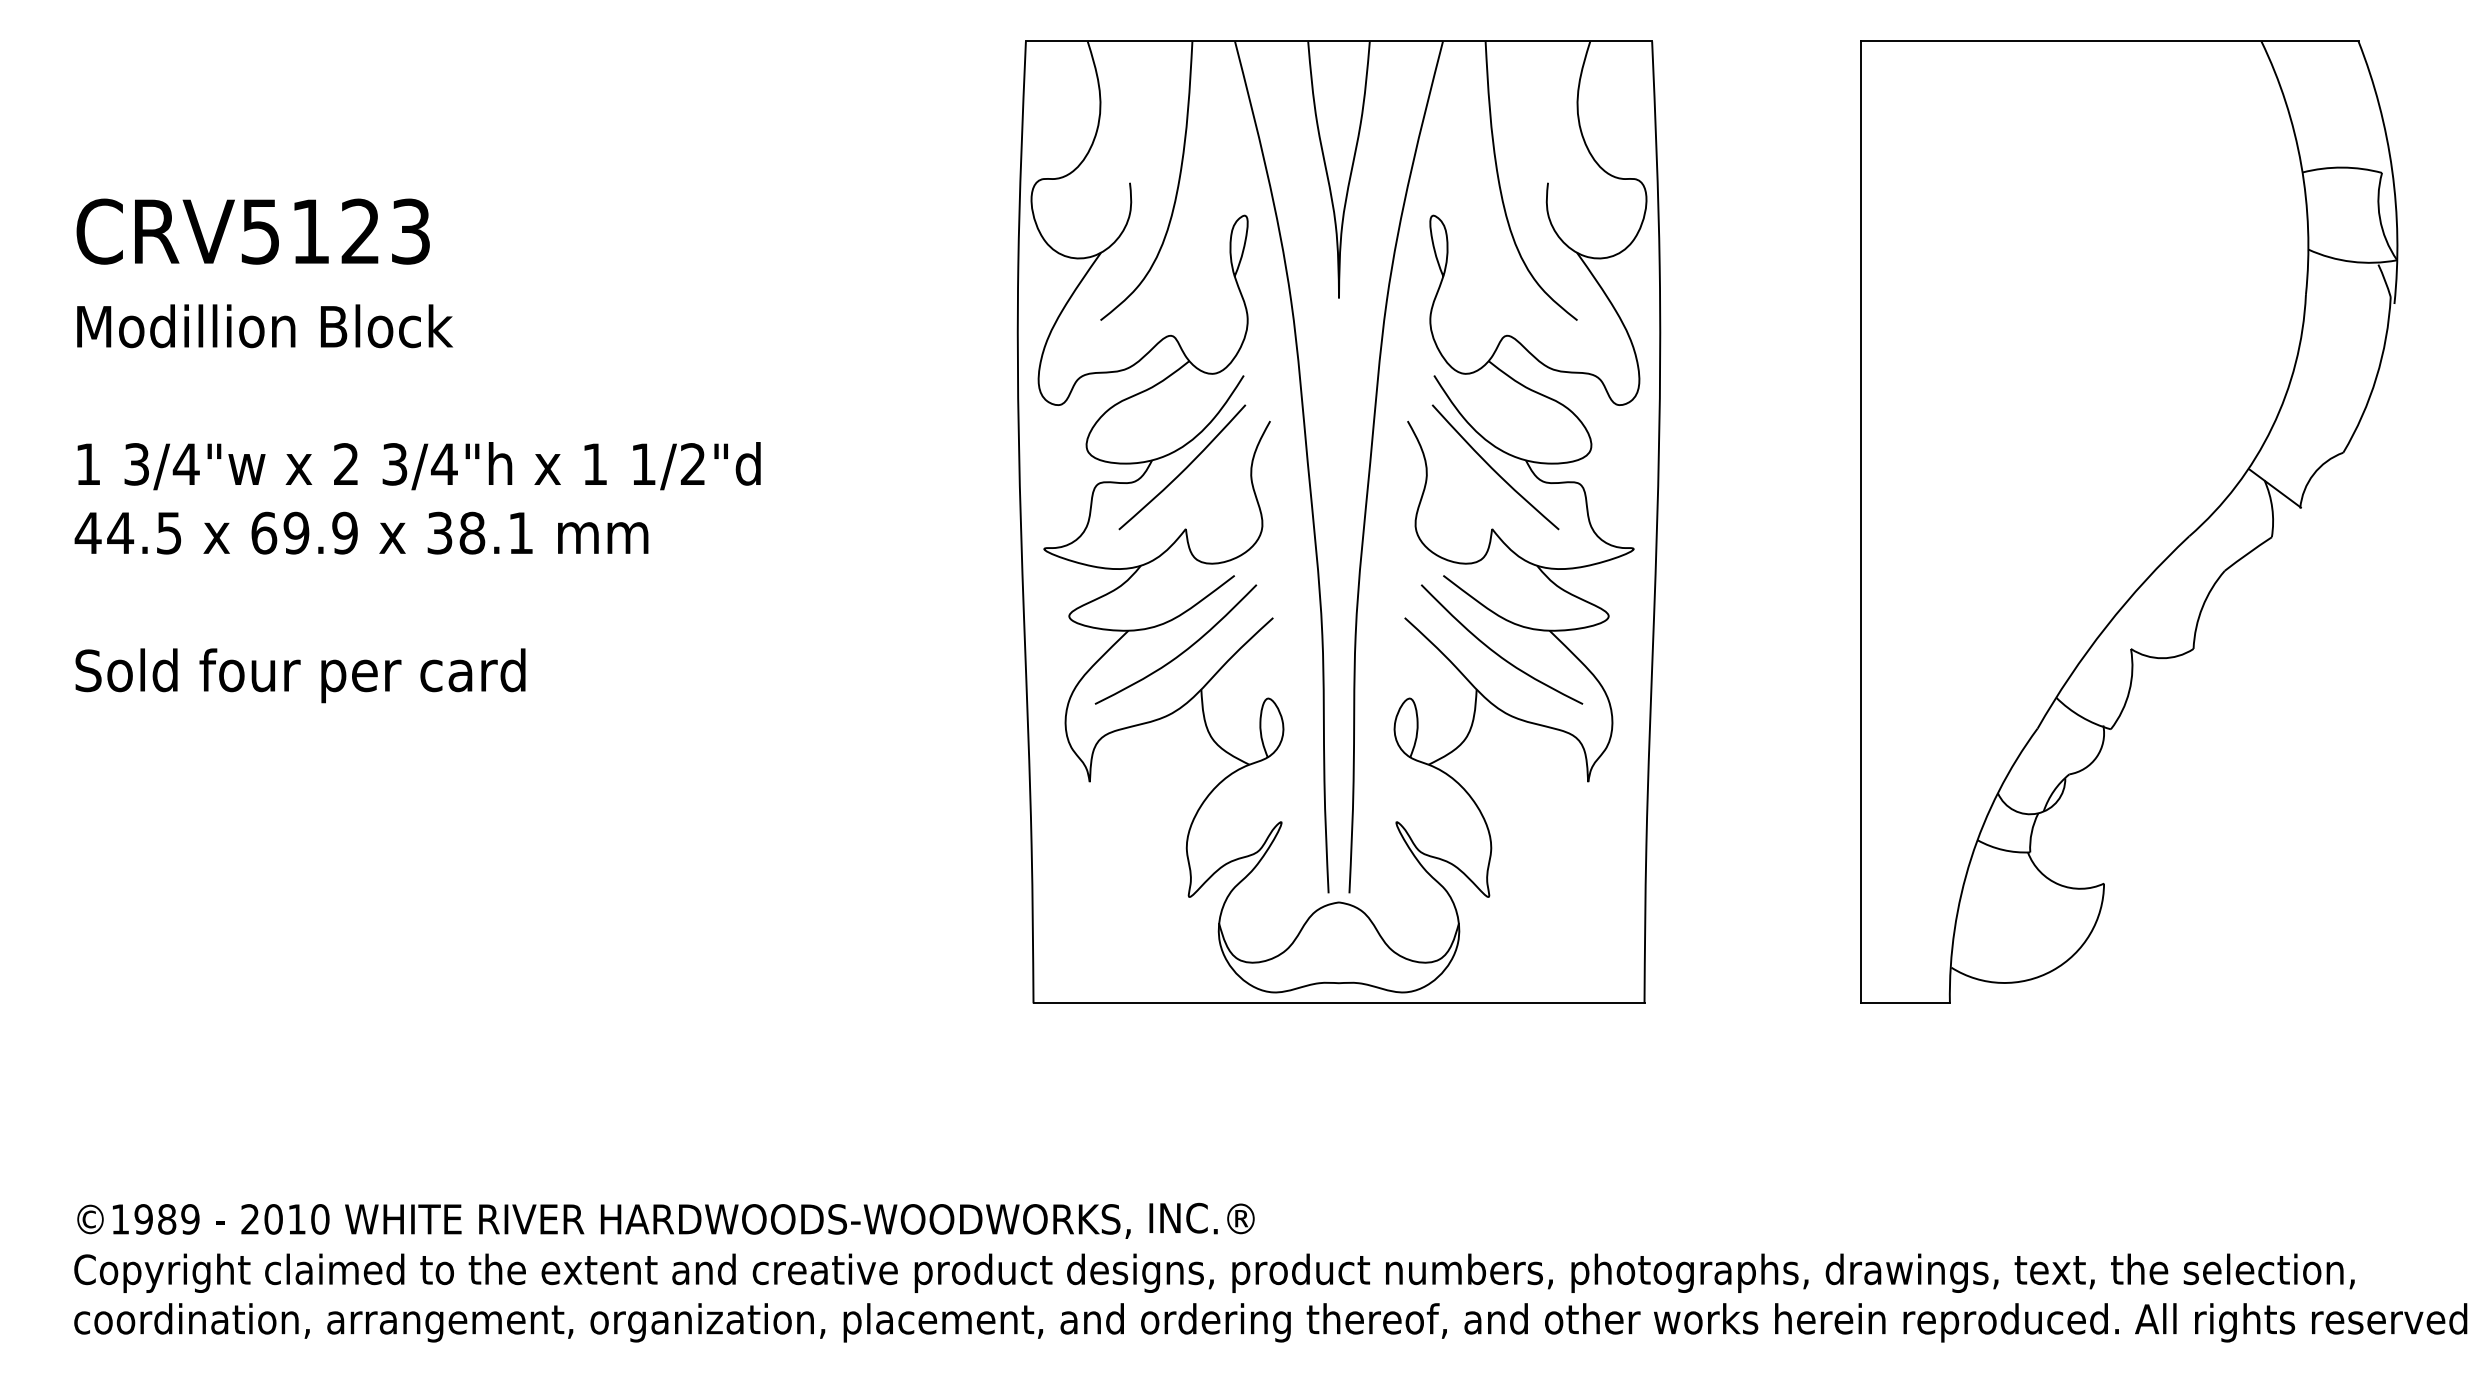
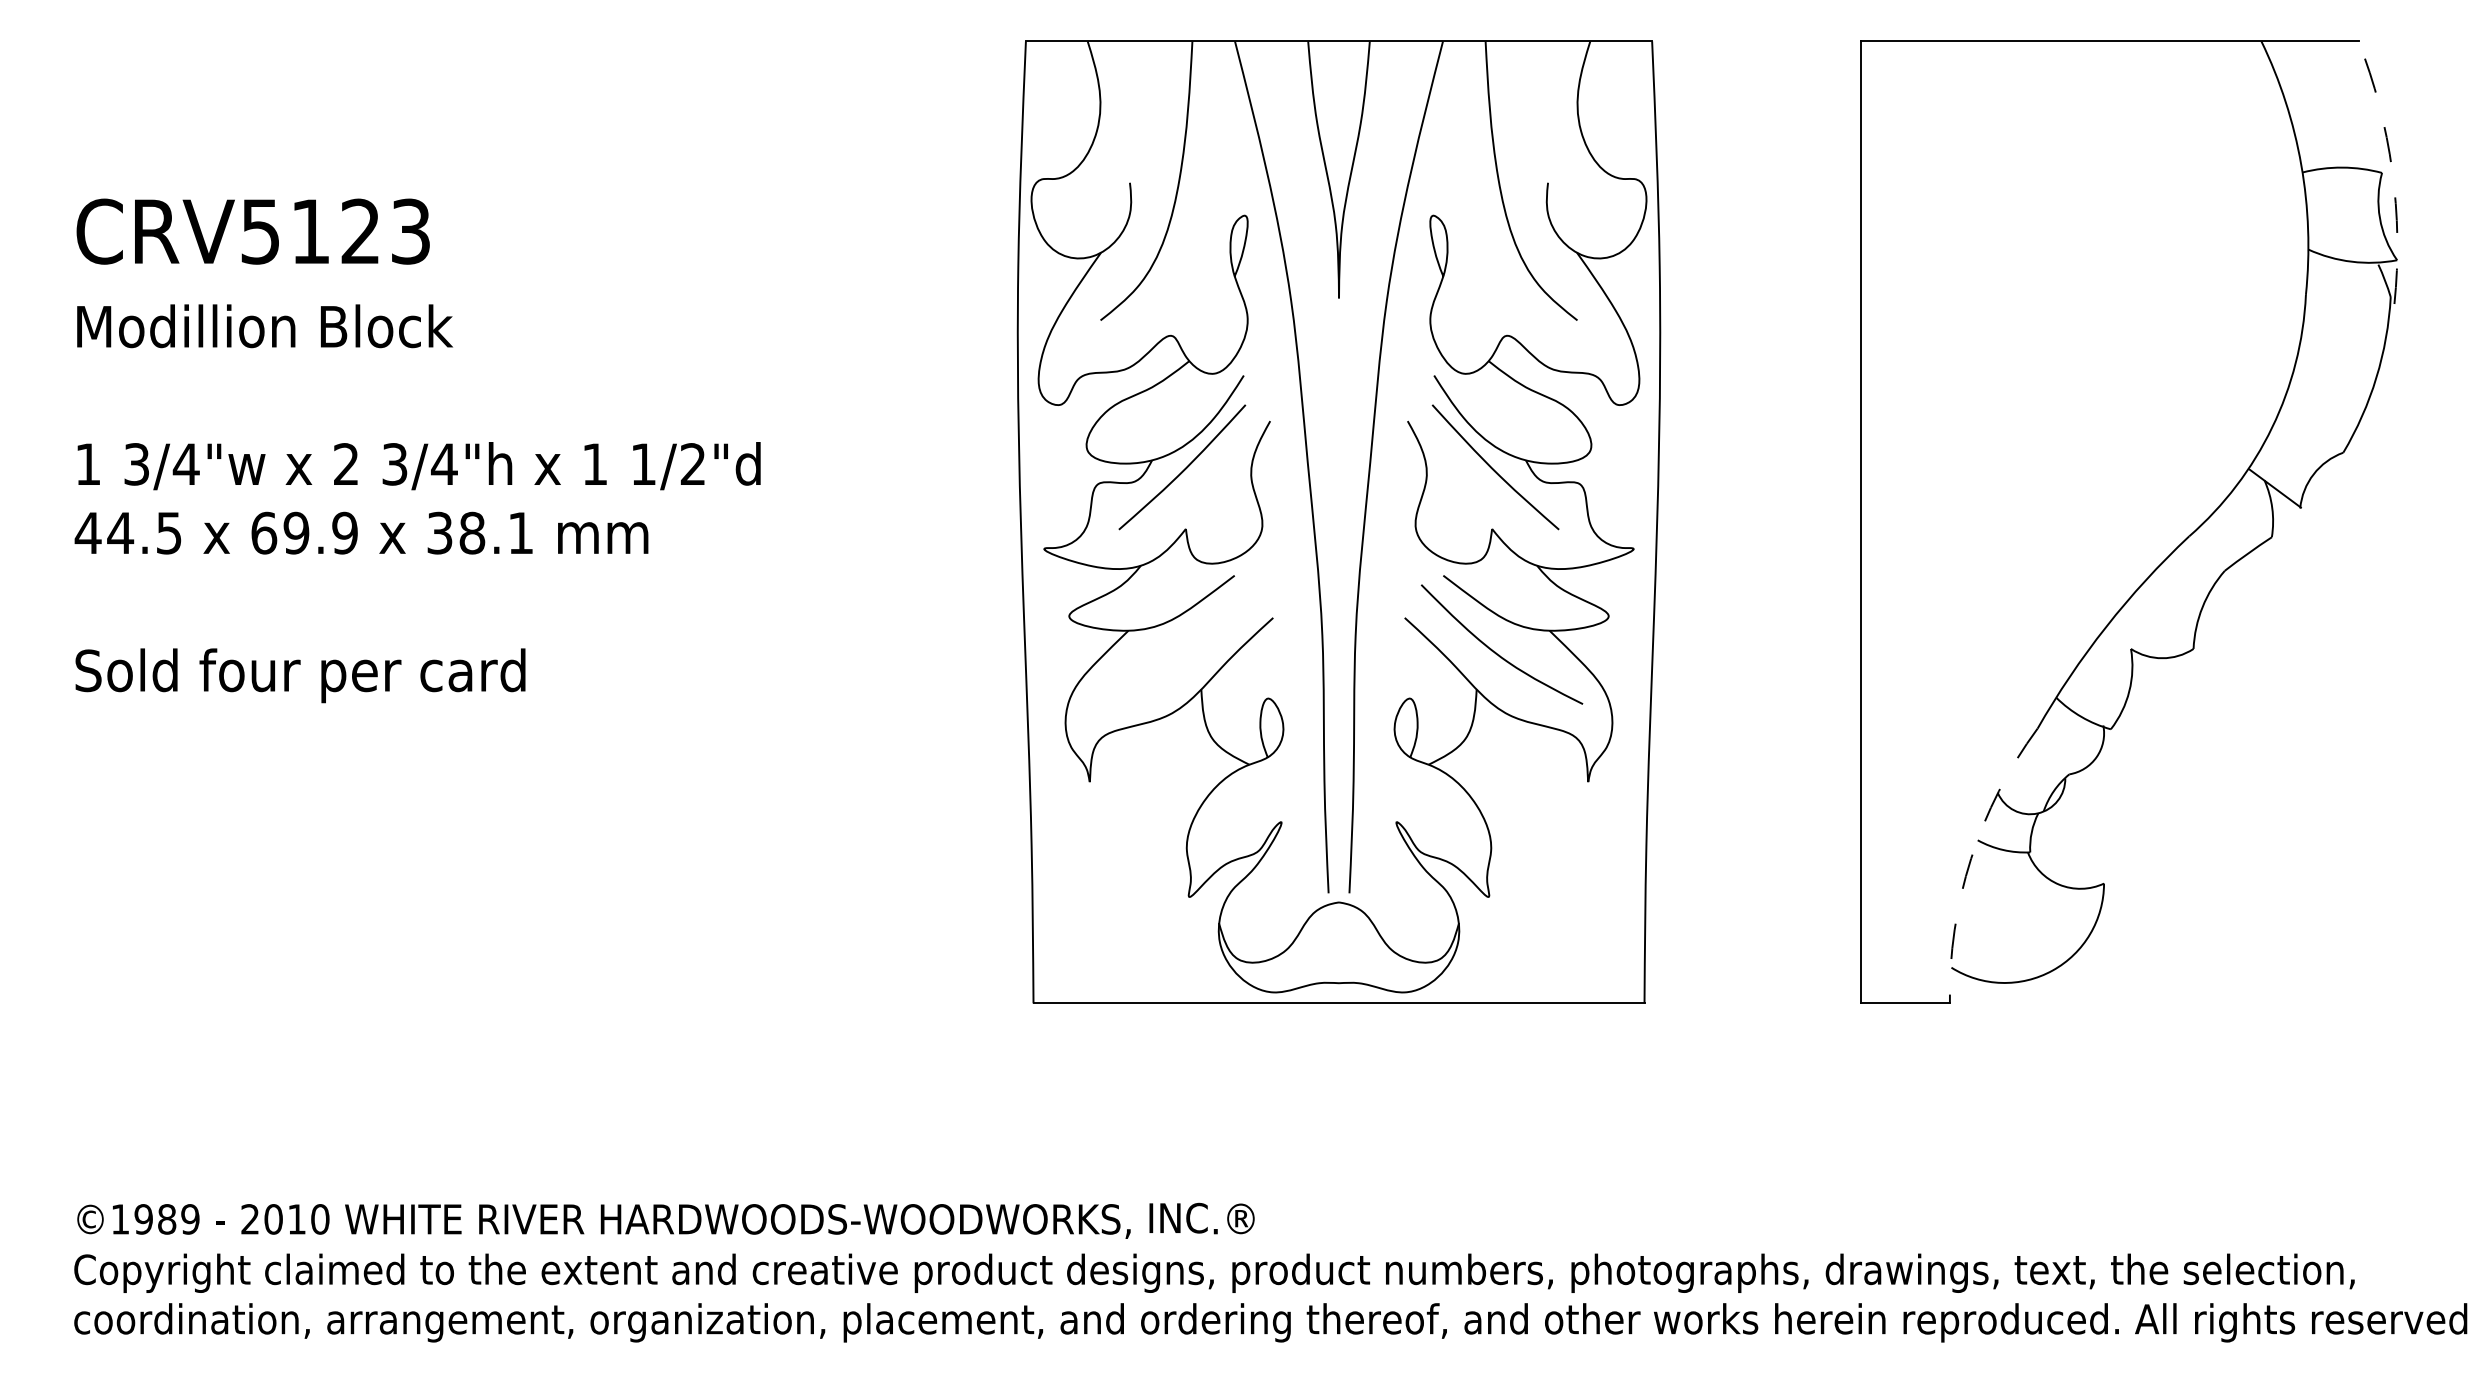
arc at (2392, 170): solid -> dashed
curve at (1182, 651): present -> none
arc at (1971, 858): solid -> dashed
